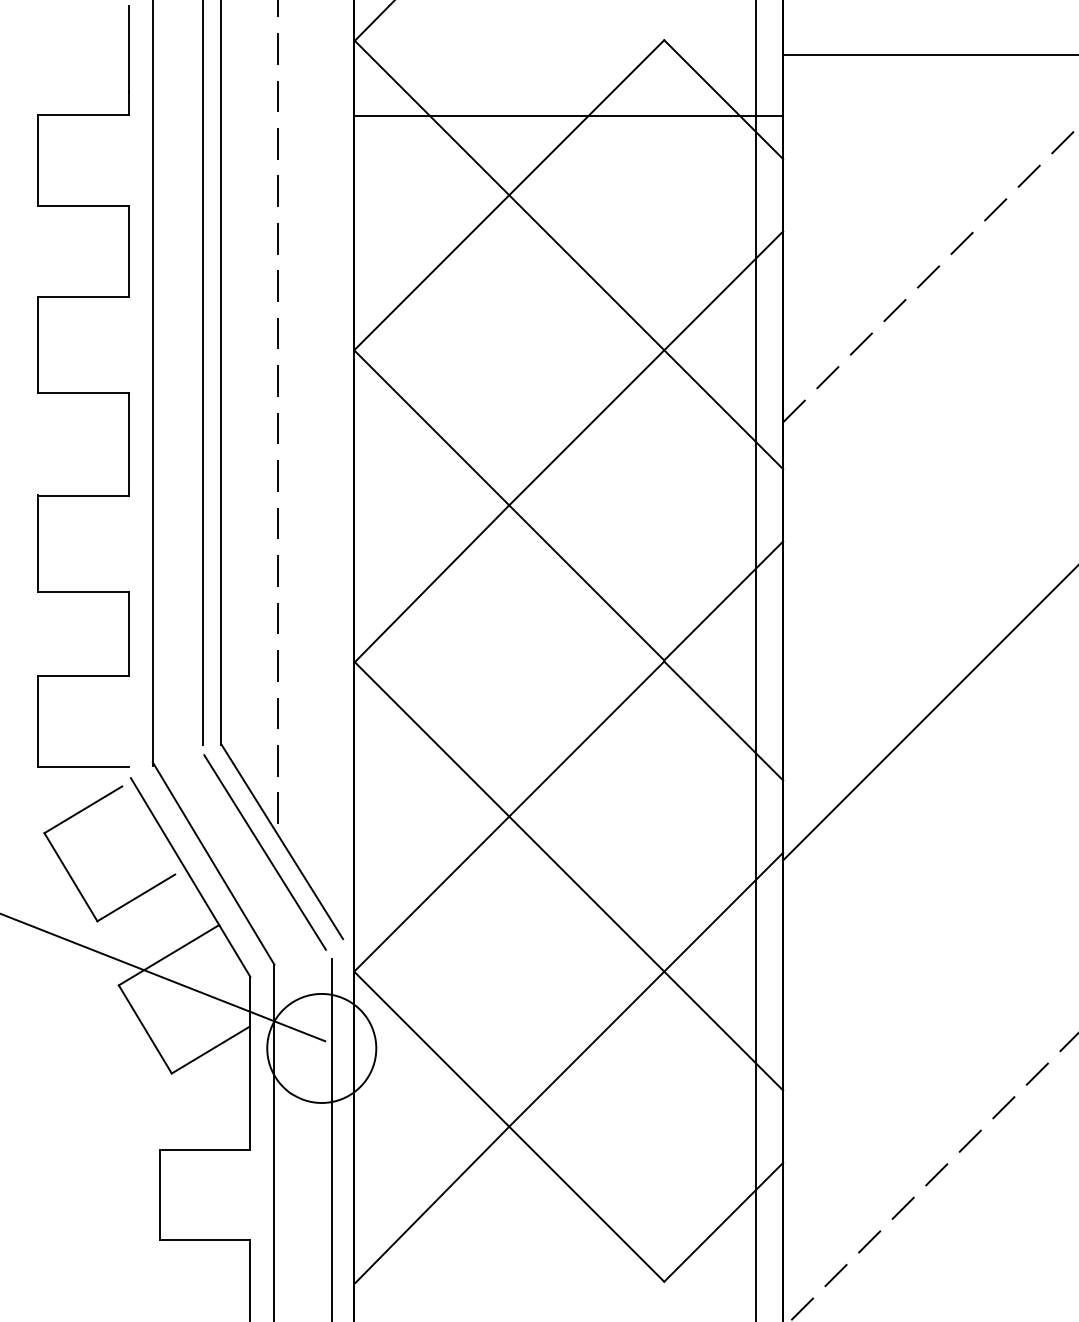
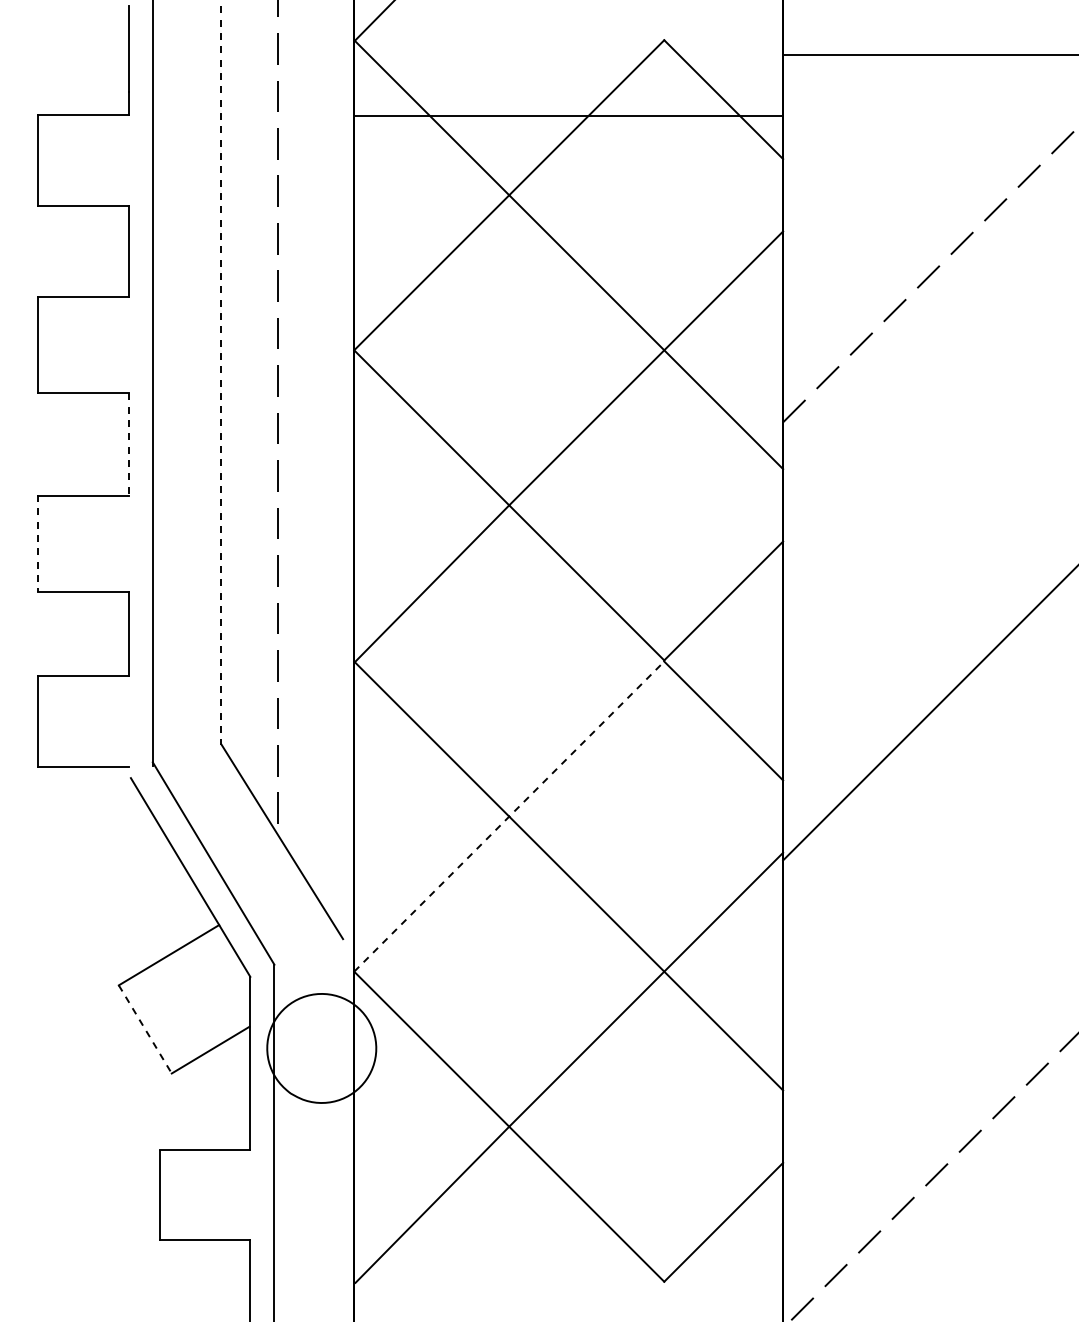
line at (221, 372): solid -> dashed
line at (202, 373): present -> none
line at (128, 445): solid -> dashed
line at (38, 543): solid -> dashed
line at (755, 660): present -> none
line at (509, 816): solid -> dashed
line at (264, 852): present -> none
part at (72, 877): present -> none
line at (163, 977): present -> none
line at (145, 1029): solid -> dashed
line at (331, 1138): present -> none
